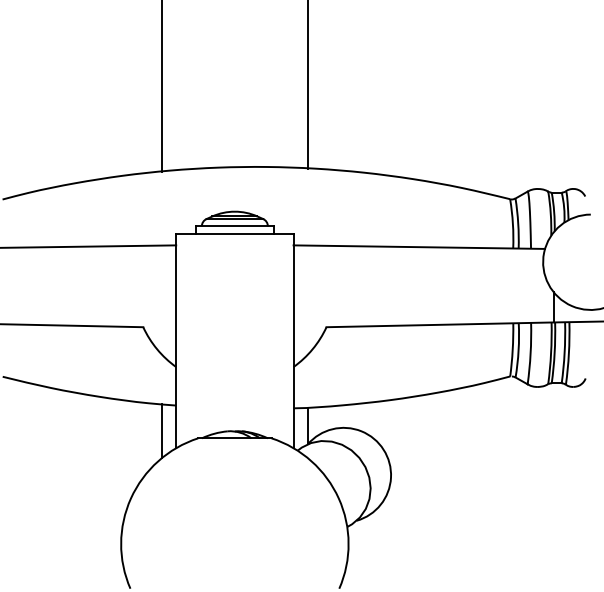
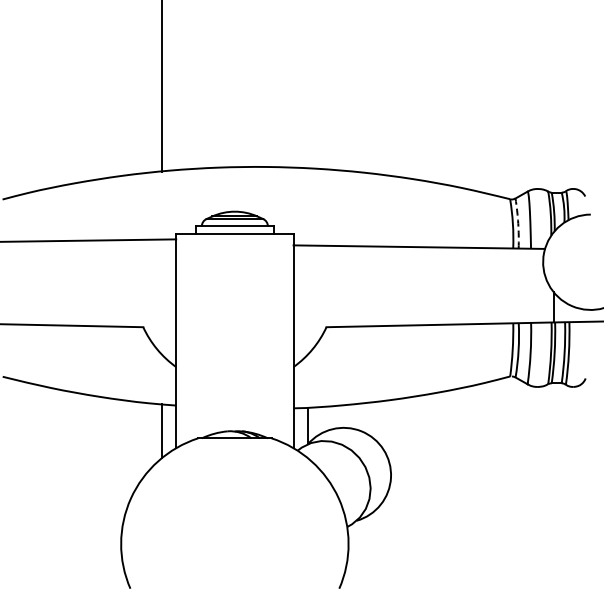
line at (308, 85): present -> none
arc at (518, 223): solid -> dashed
line at (89, 246) position: (89, 246) -> (89, 240)
